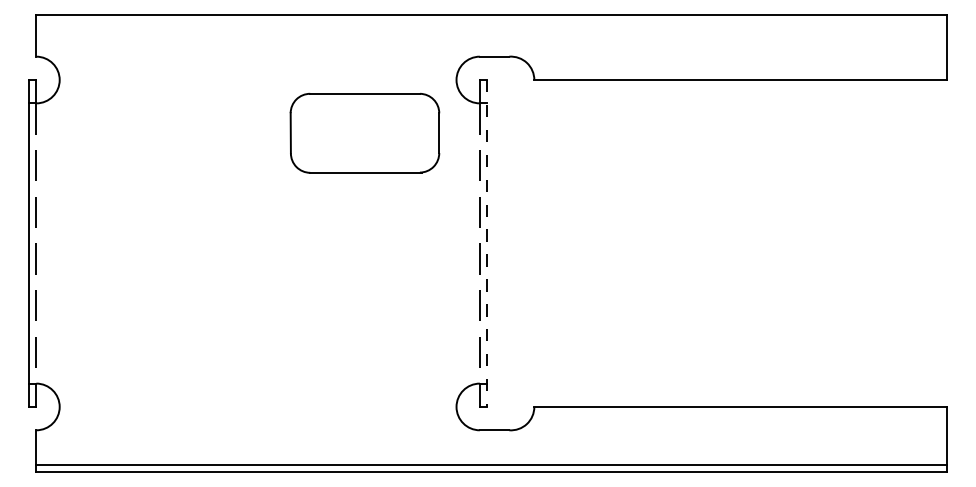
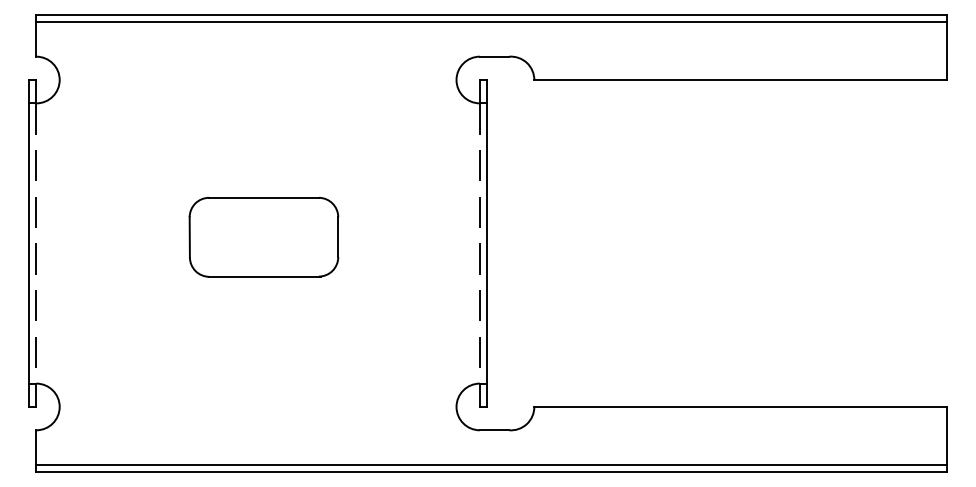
line at (491, 21): none -> present
part at (364, 132) position: (364, 132) -> (263, 236)
line at (486, 244): dashed -> solid
